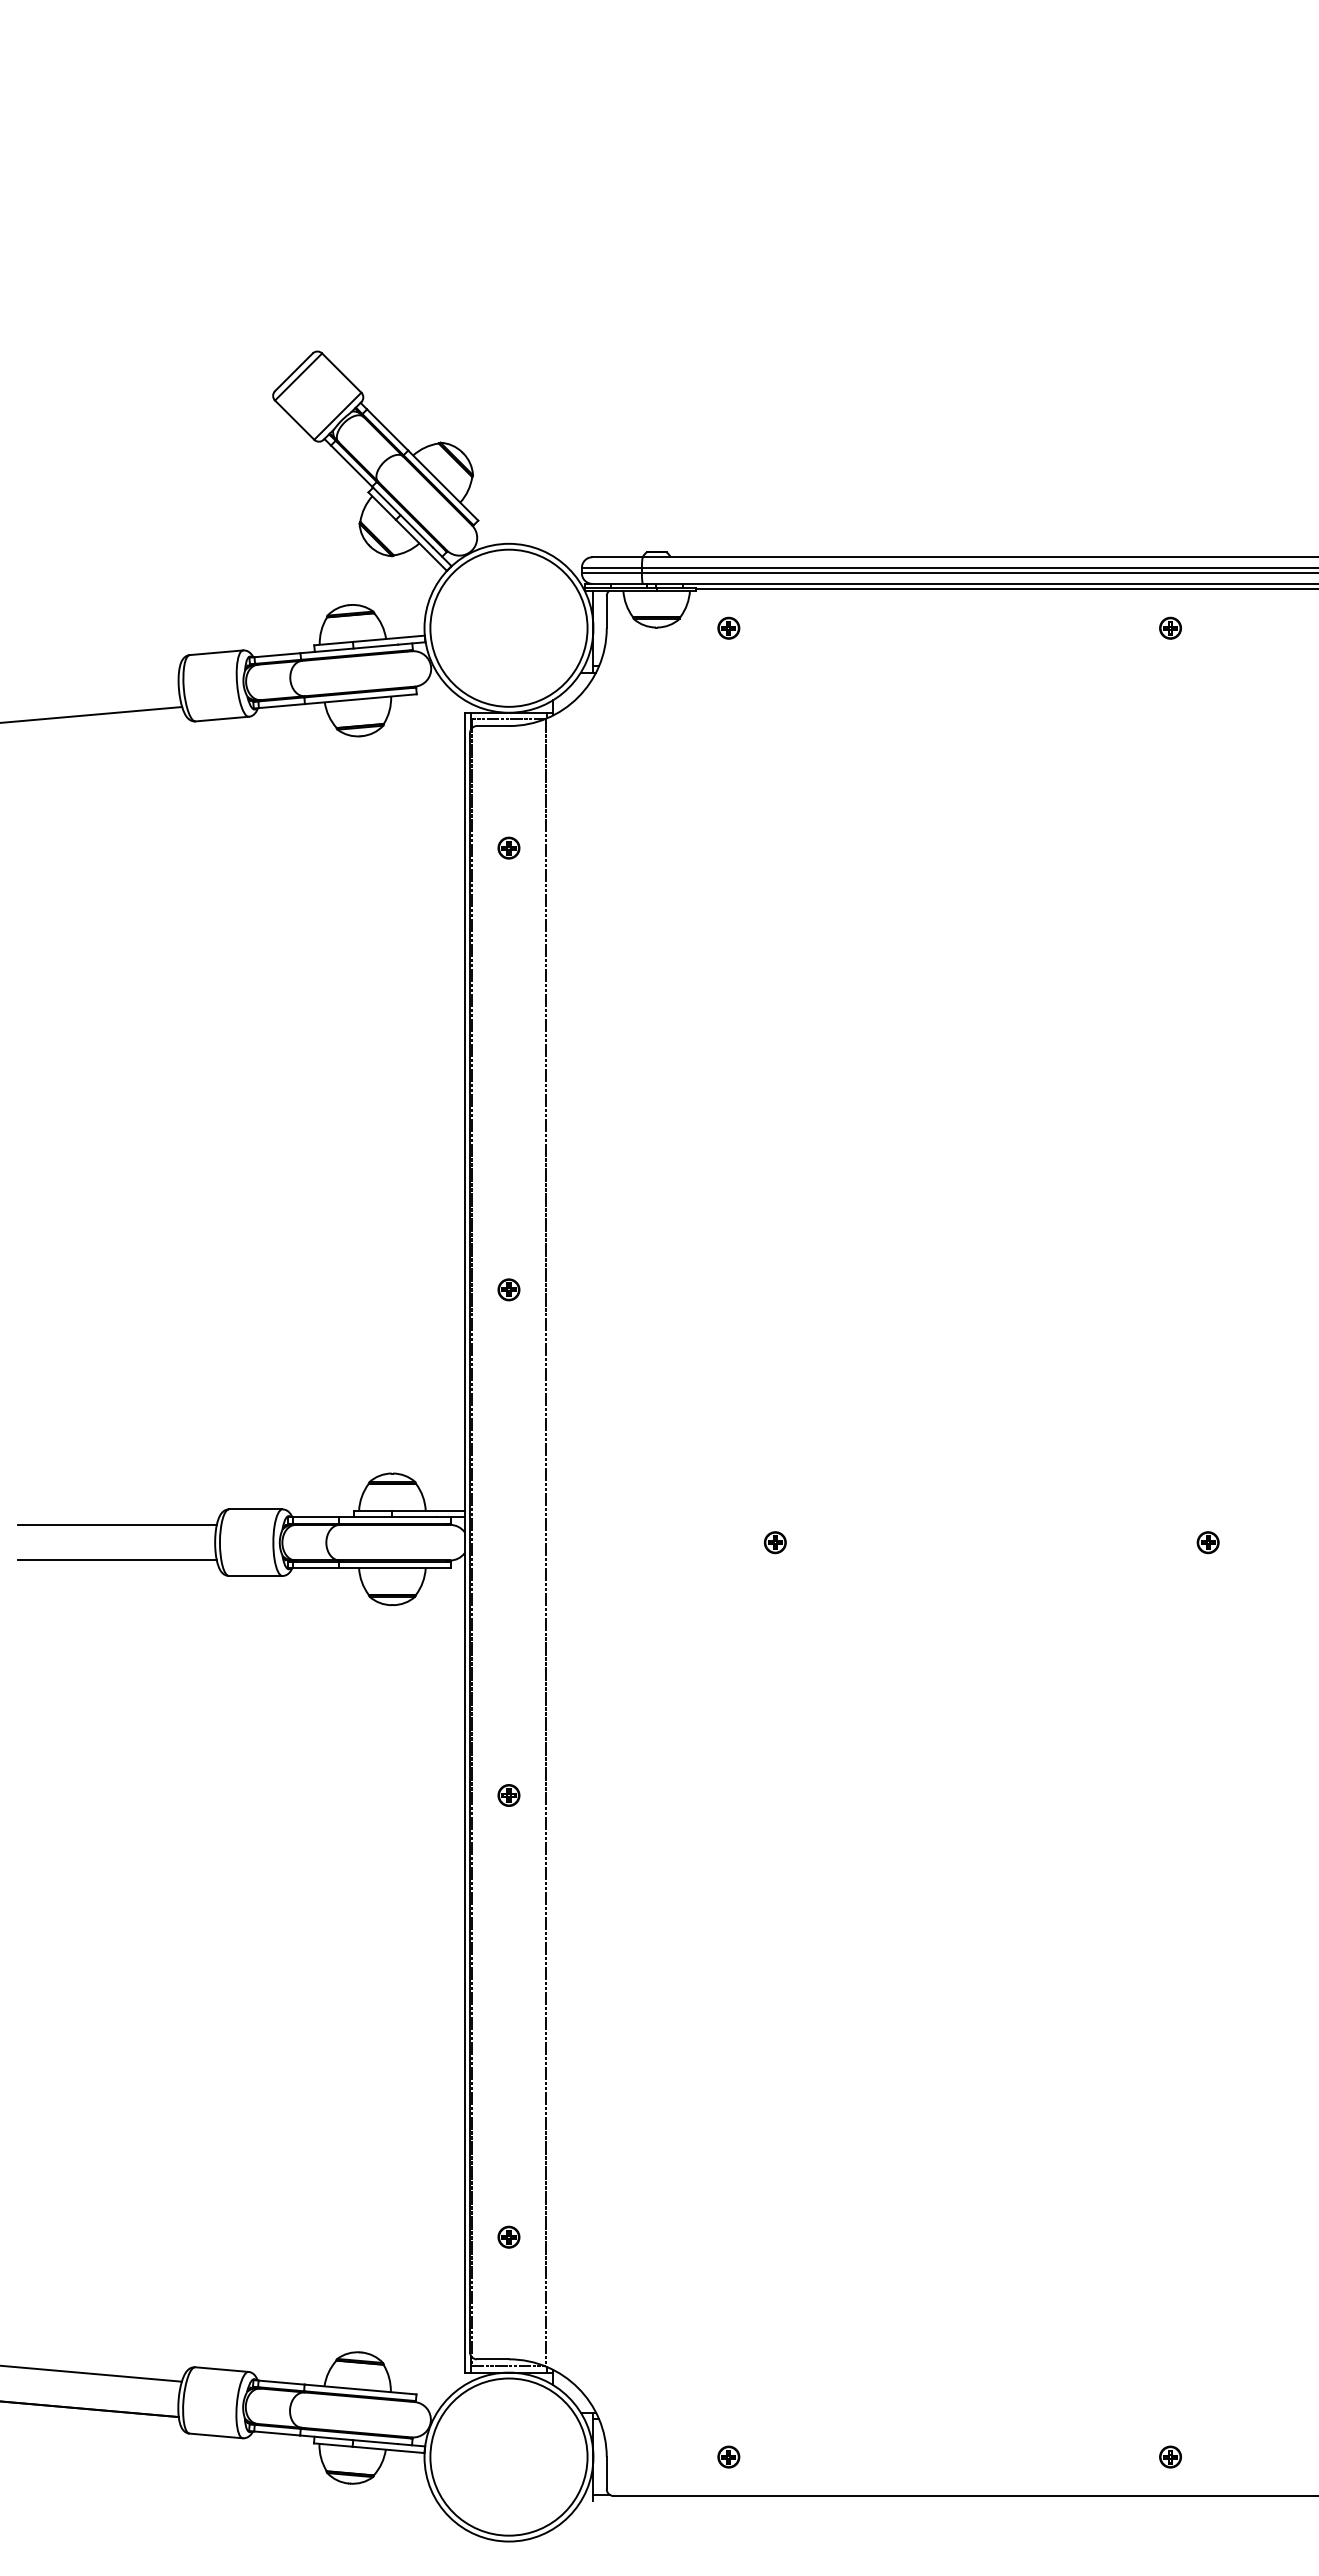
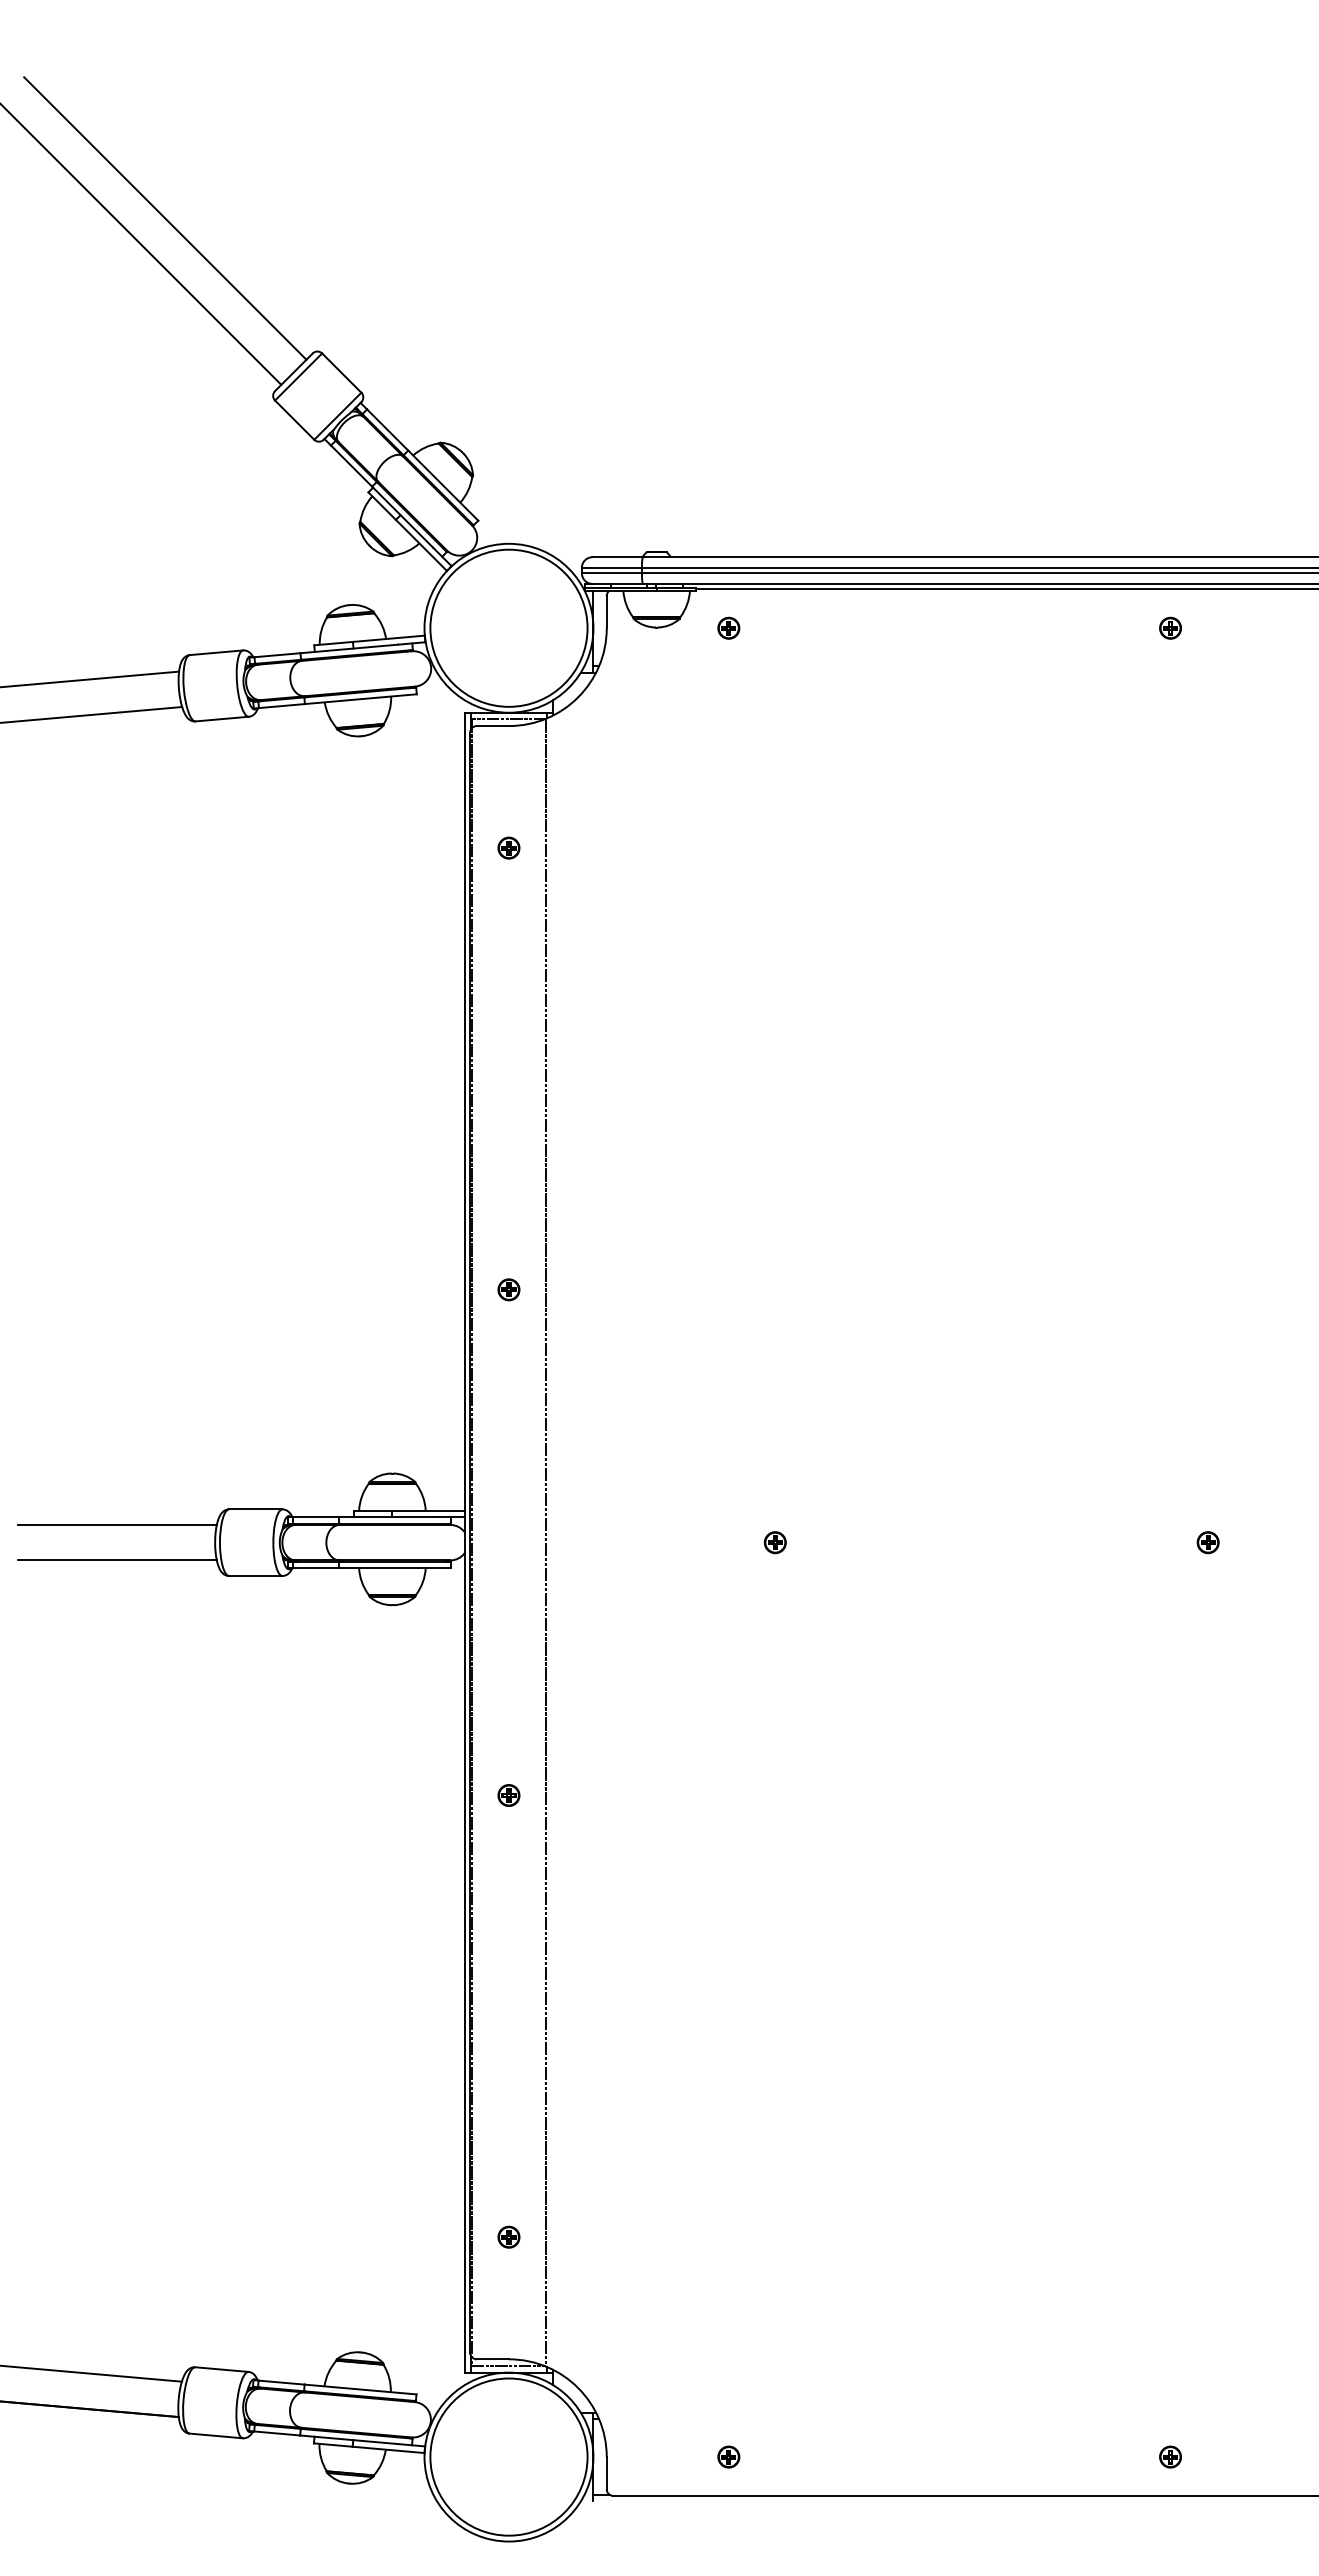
line at (165, 218): none -> present
line at (141, 244): none -> present
line at (90, 679): none -> present
